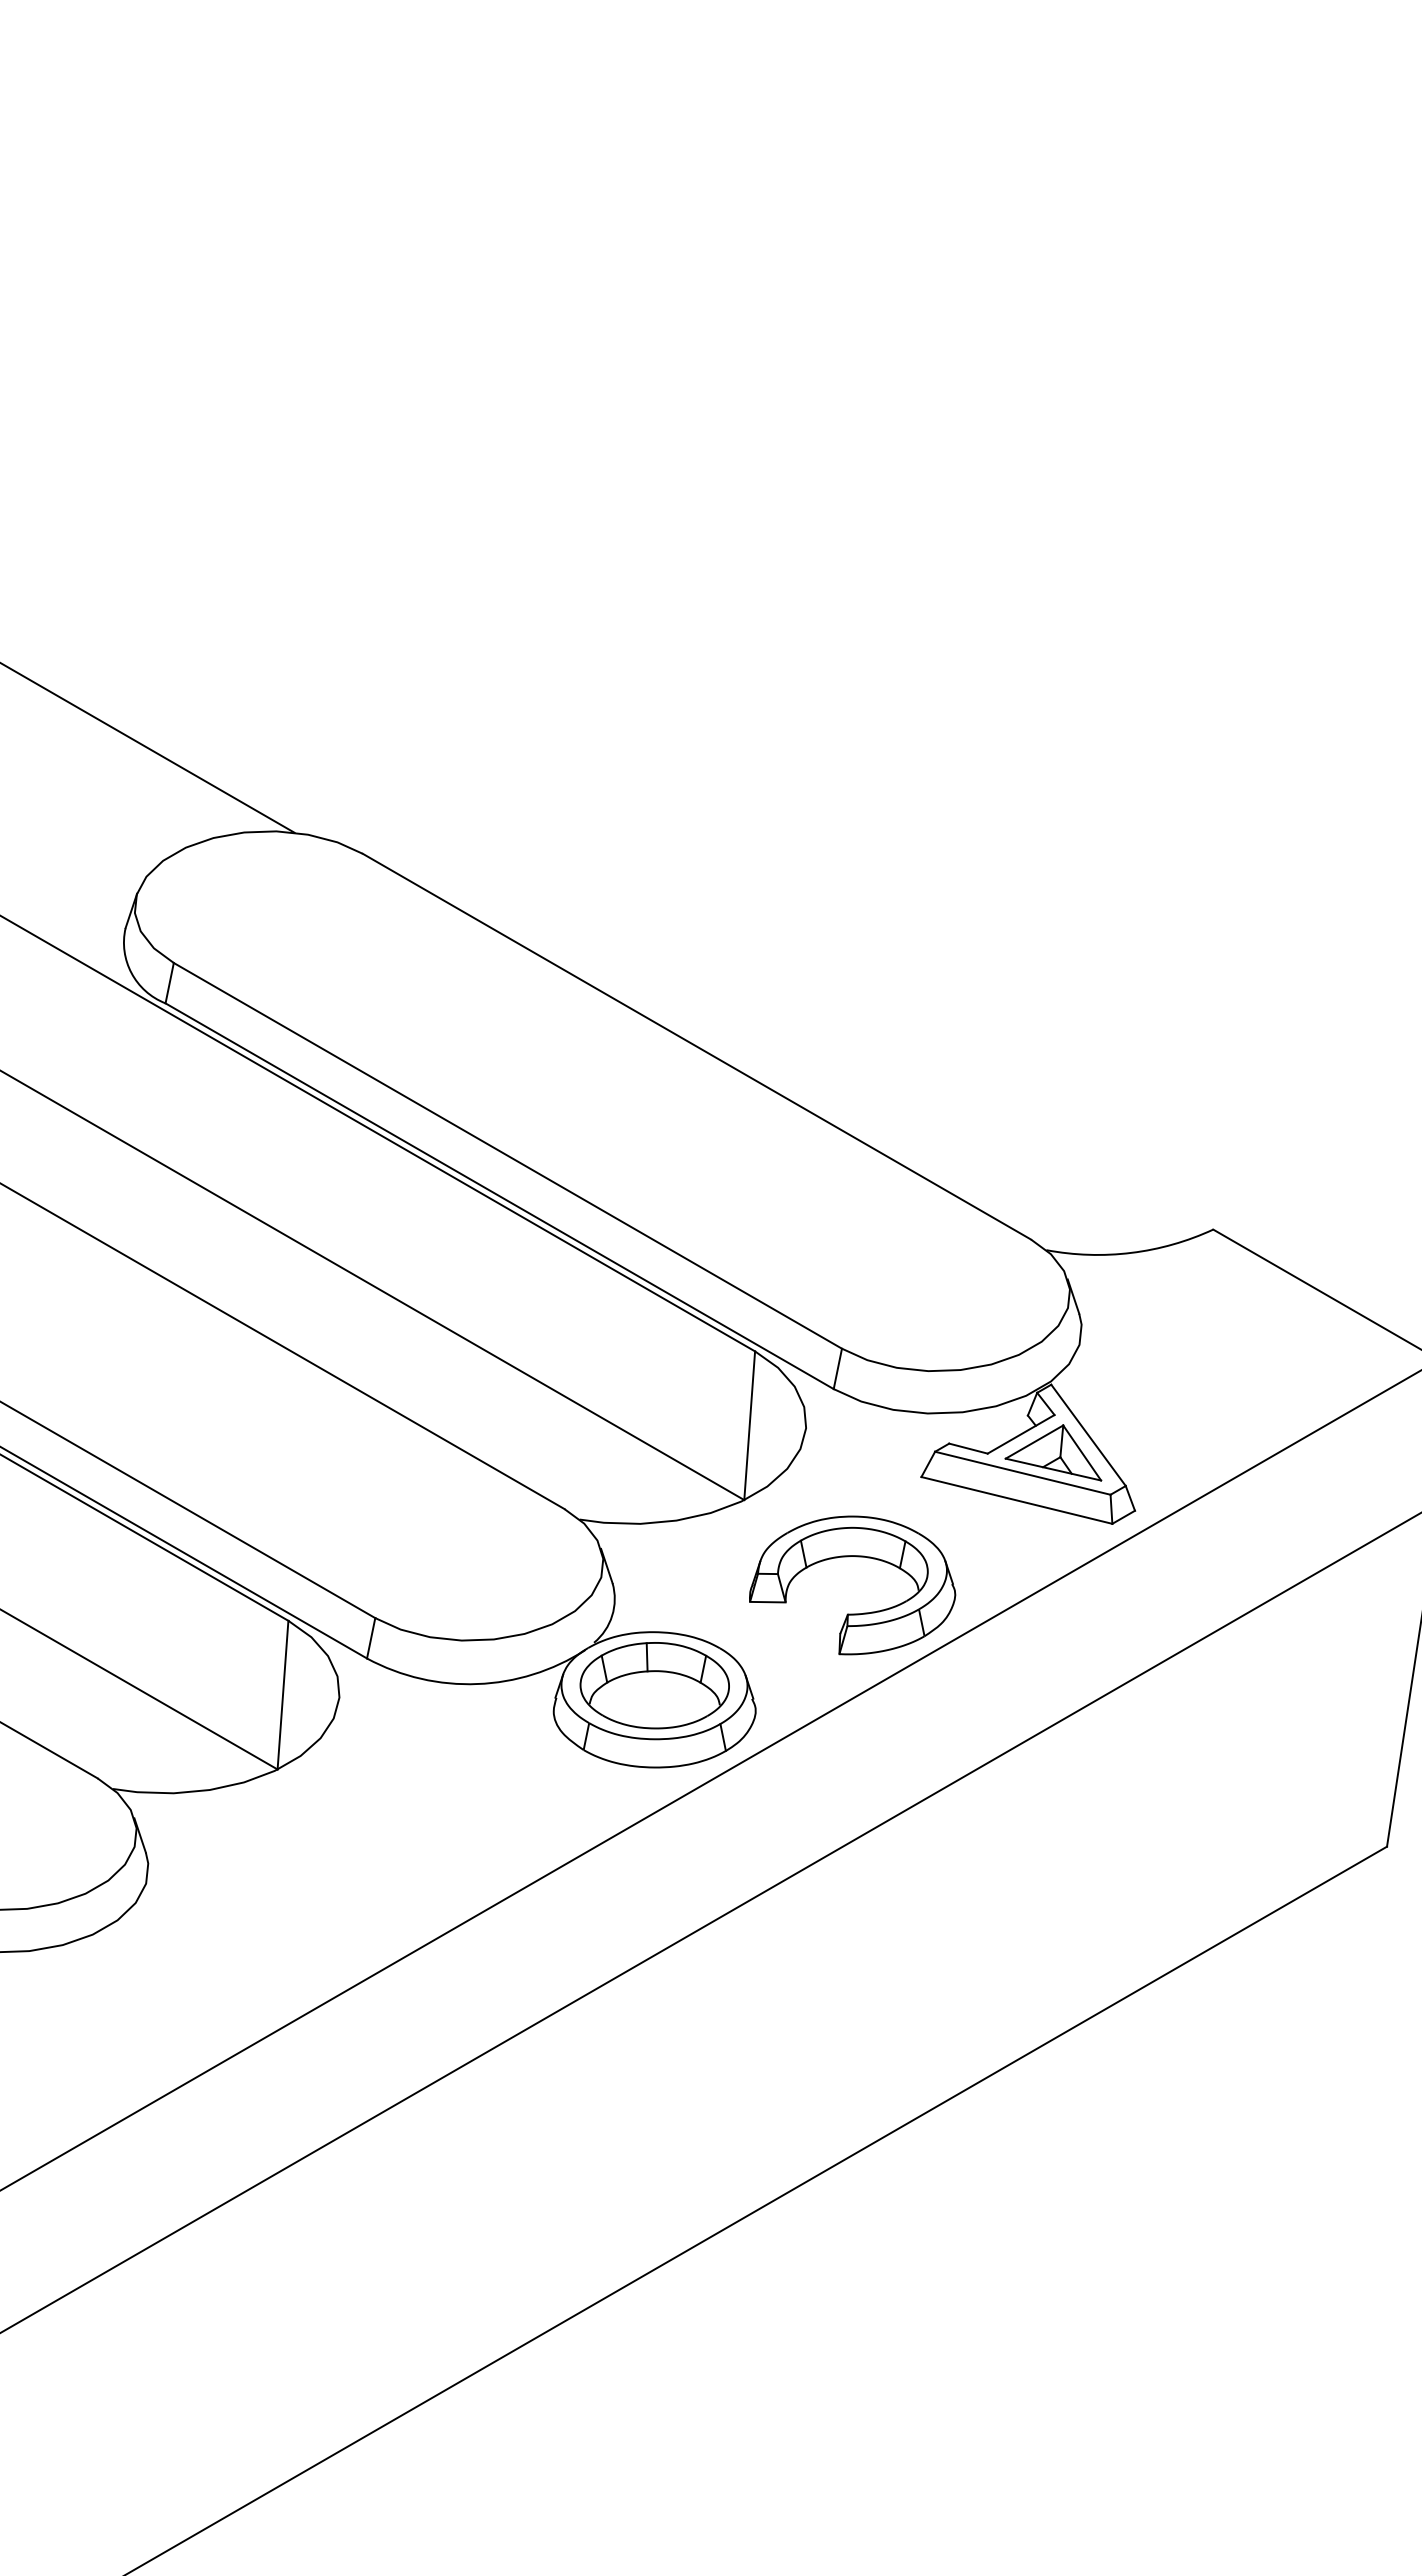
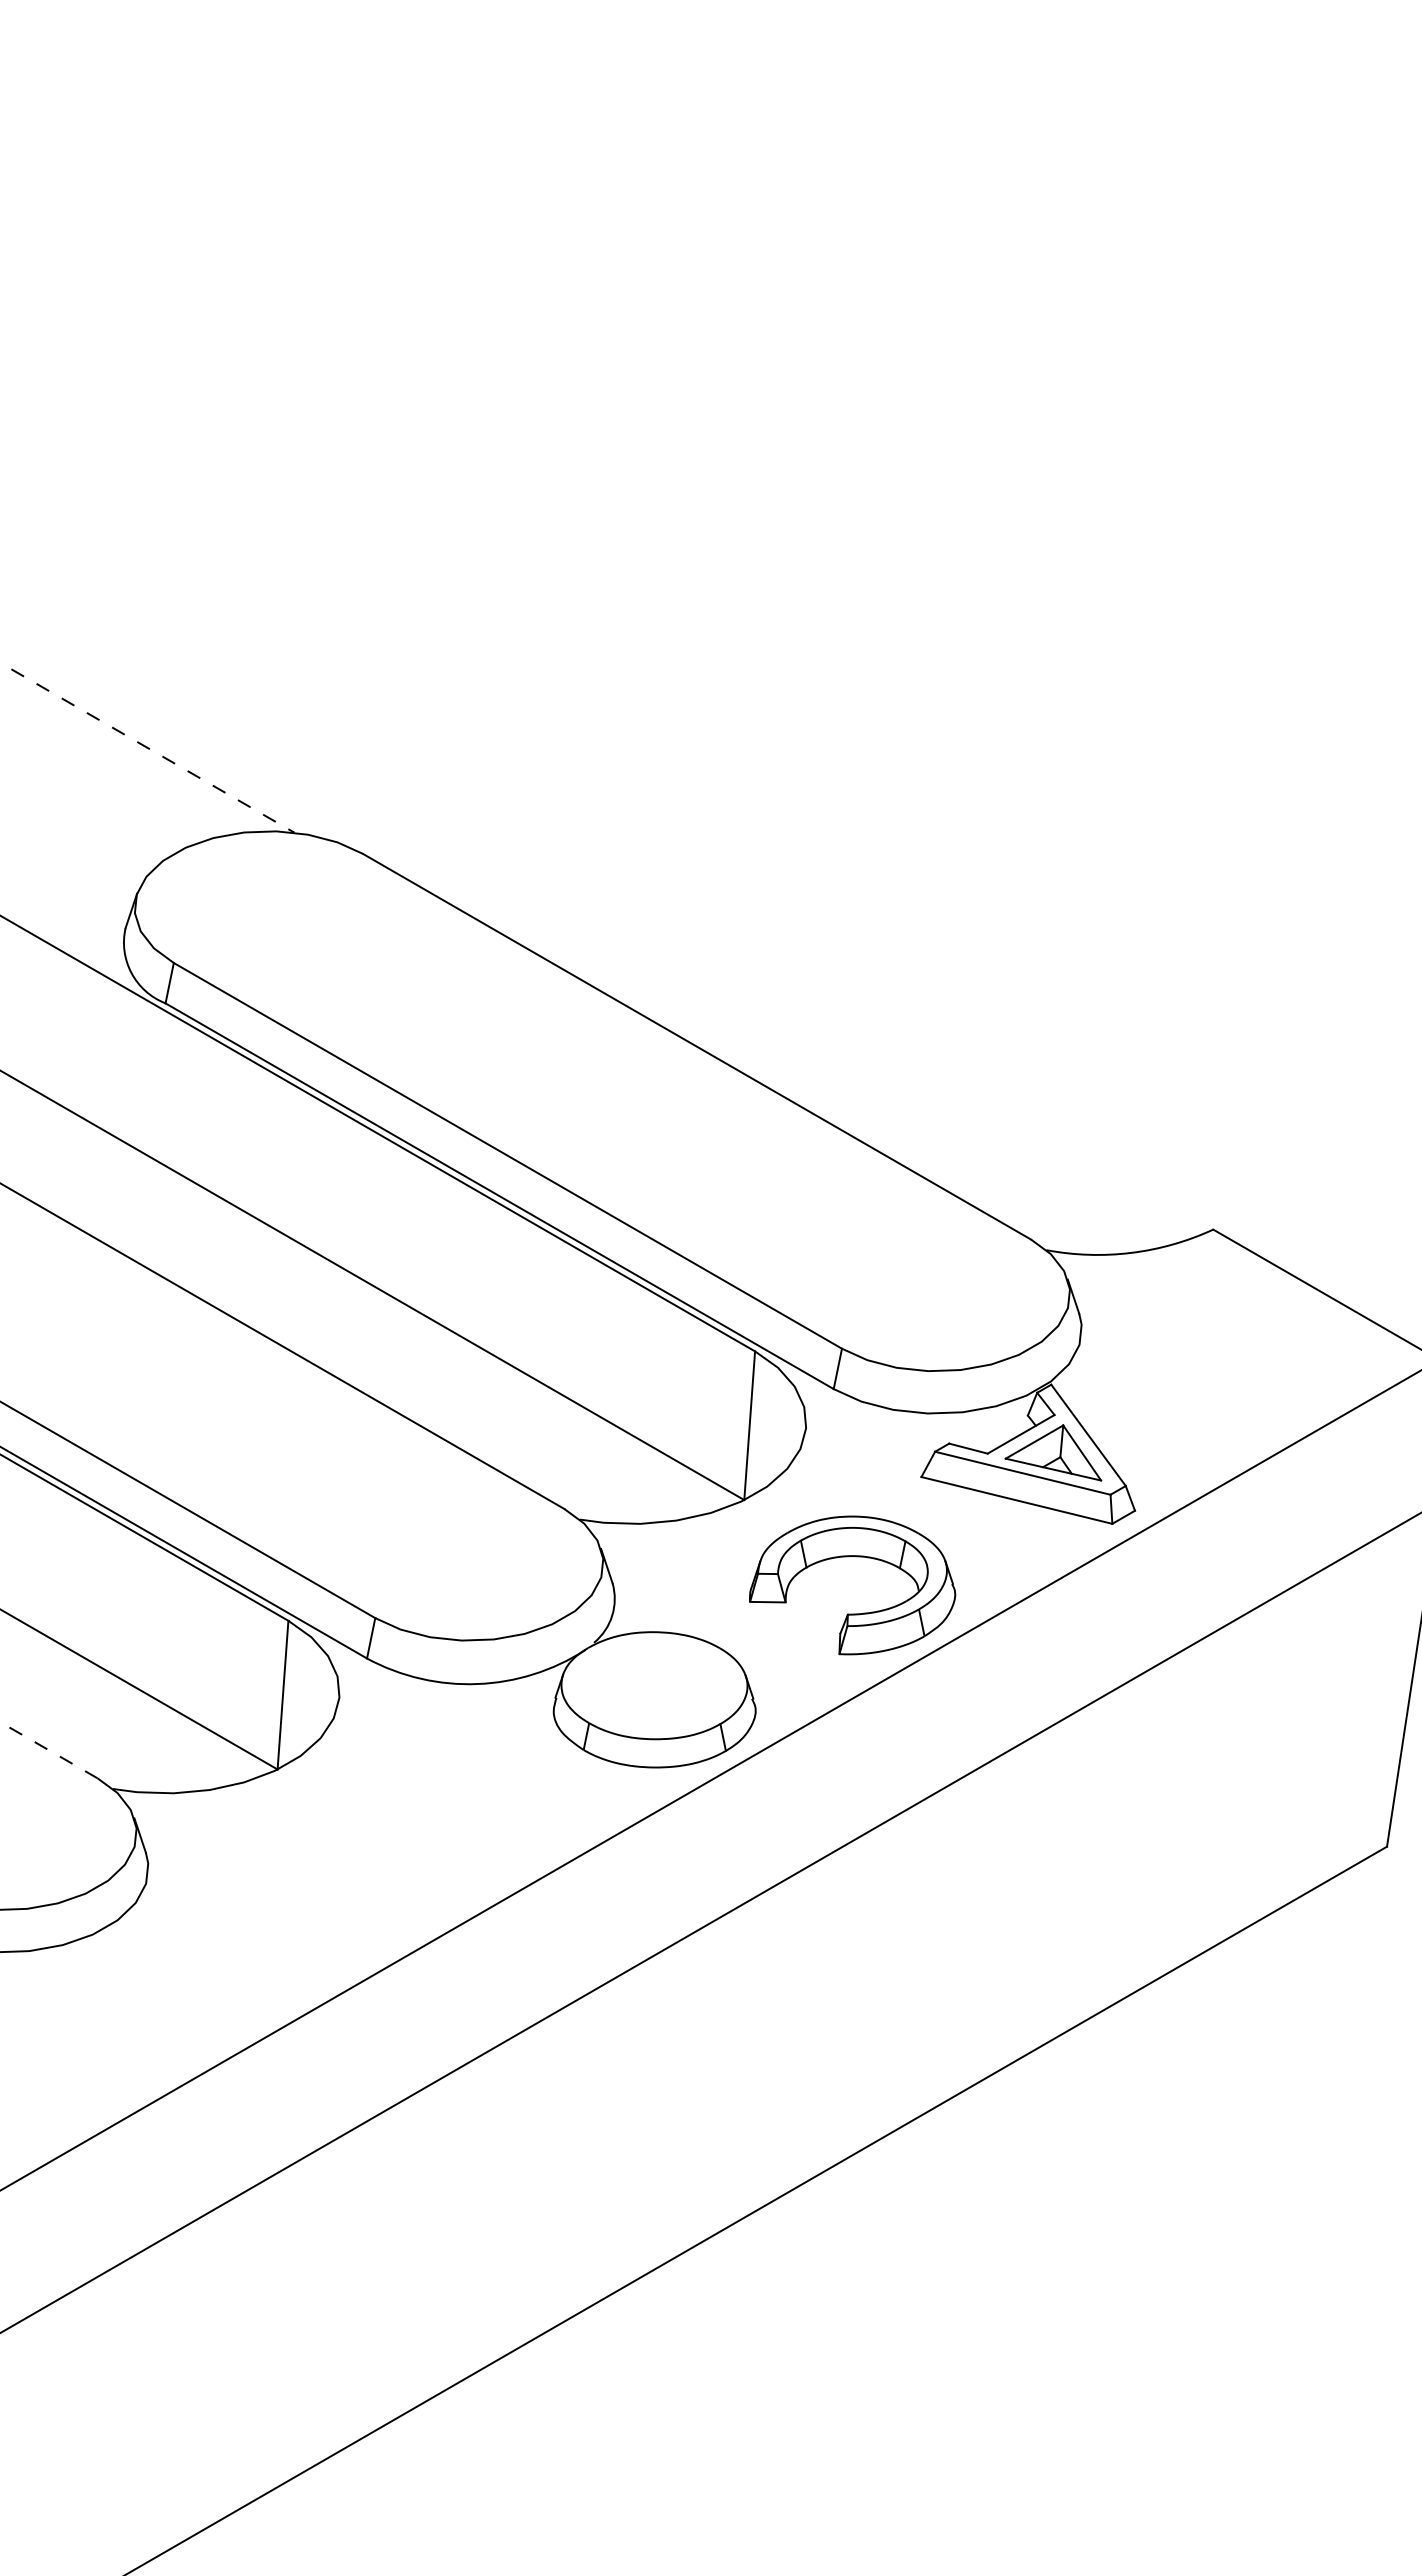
line at (147, 747): solid -> dashed
part at (654, 1685): present -> none
line at (49, 1750): solid -> dashed
